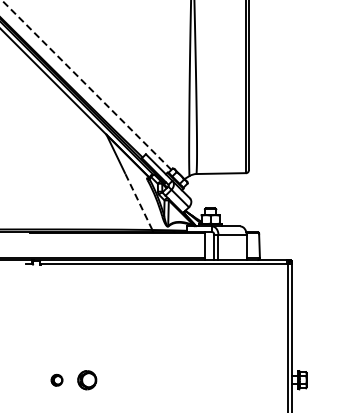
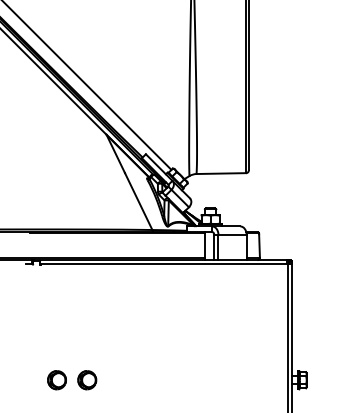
line at (86, 85): dashed -> solid
line at (138, 201): dashed -> solid
part at (56, 379) size: 14x14 px -> 20x21 px
